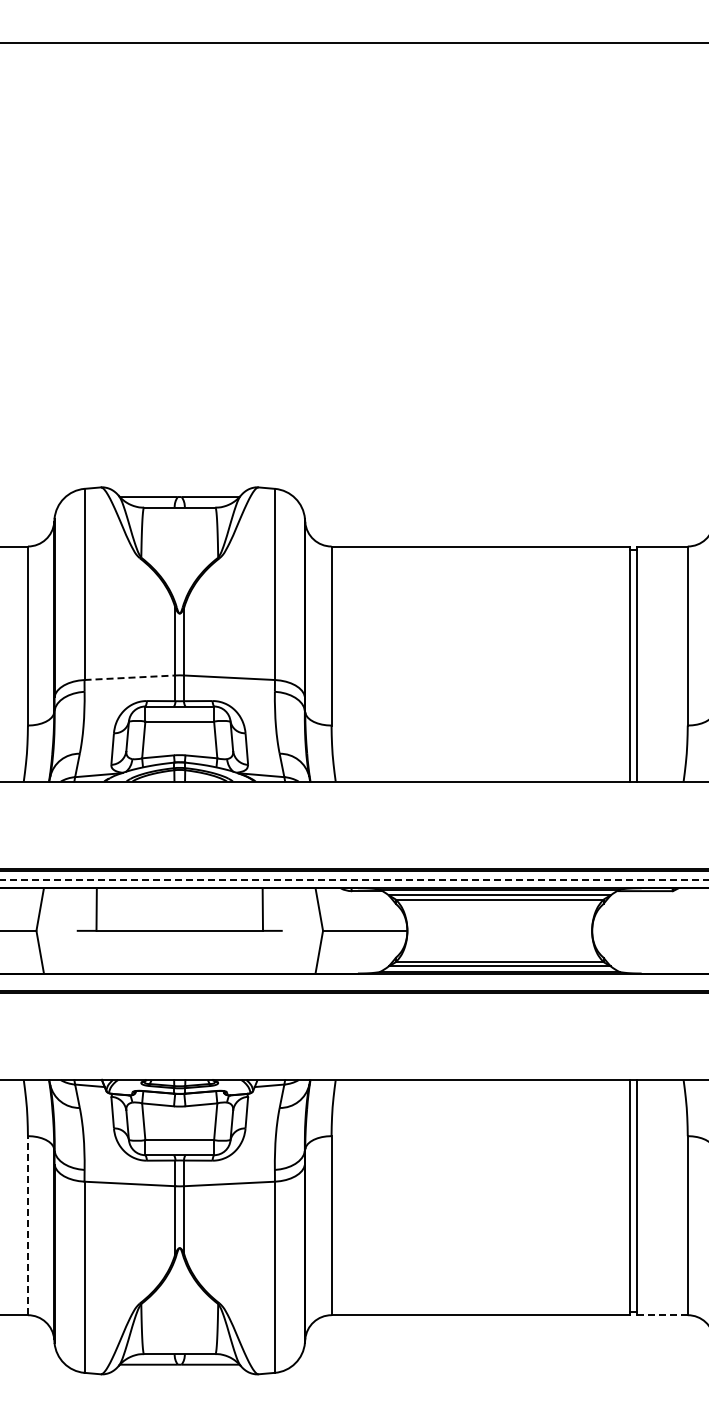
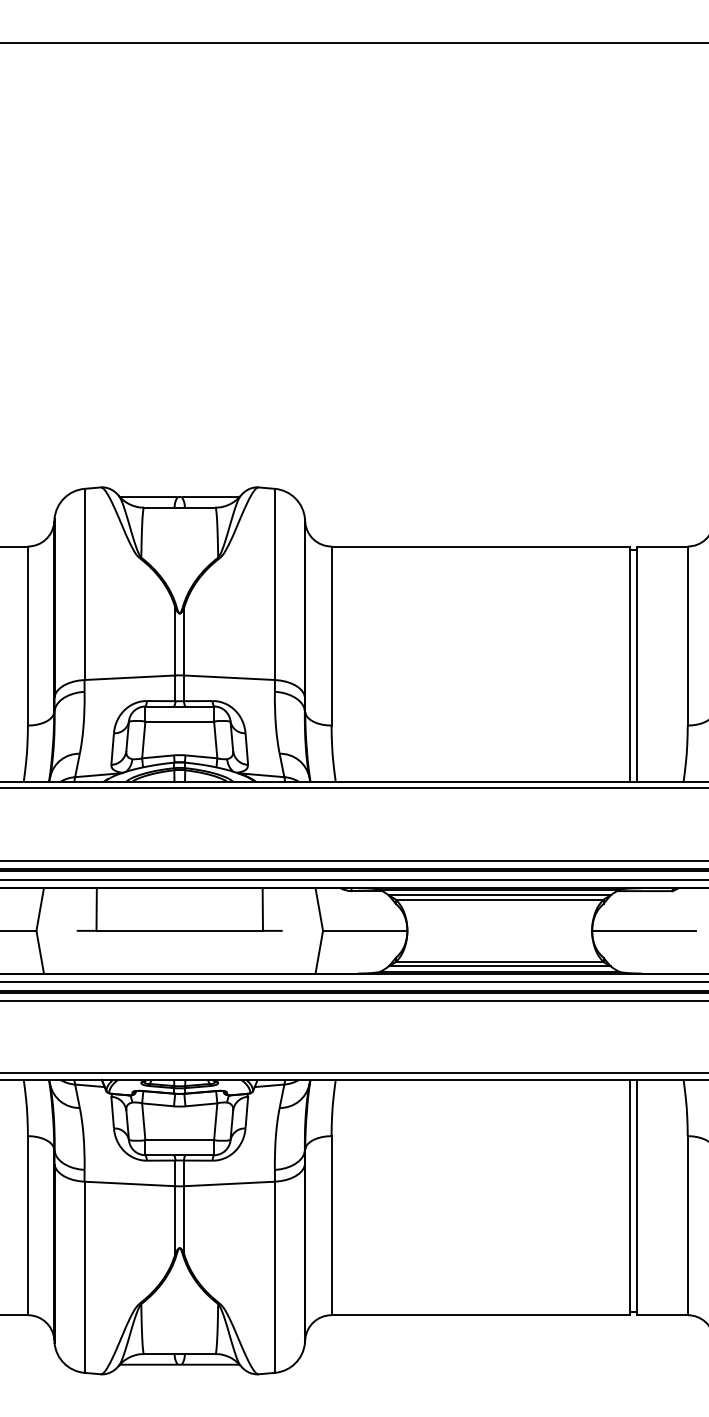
line at (129, 677): dashed -> solid
line at (353, 788): none -> present
line at (353, 860): none -> present
line at (355, 879): dashed -> solid
line at (644, 930): none -> present
line at (353, 982): none -> present
line at (353, 1000): none -> present
line at (353, 1073): none -> present
line at (27, 1225): dashed -> solid
line at (662, 1315): dashed -> solid
